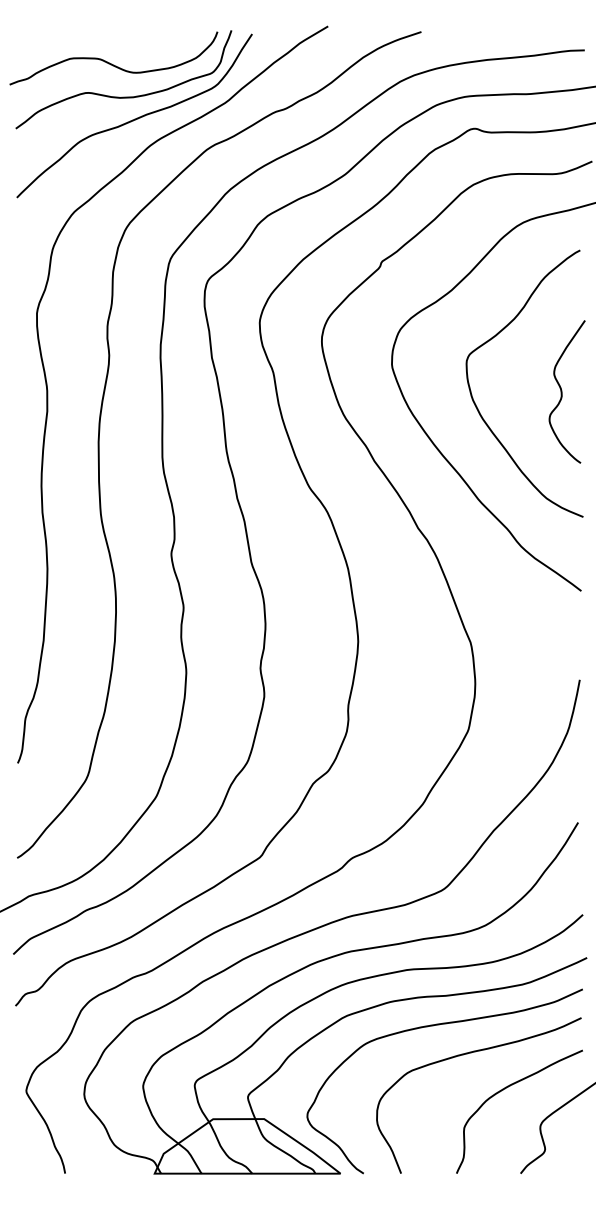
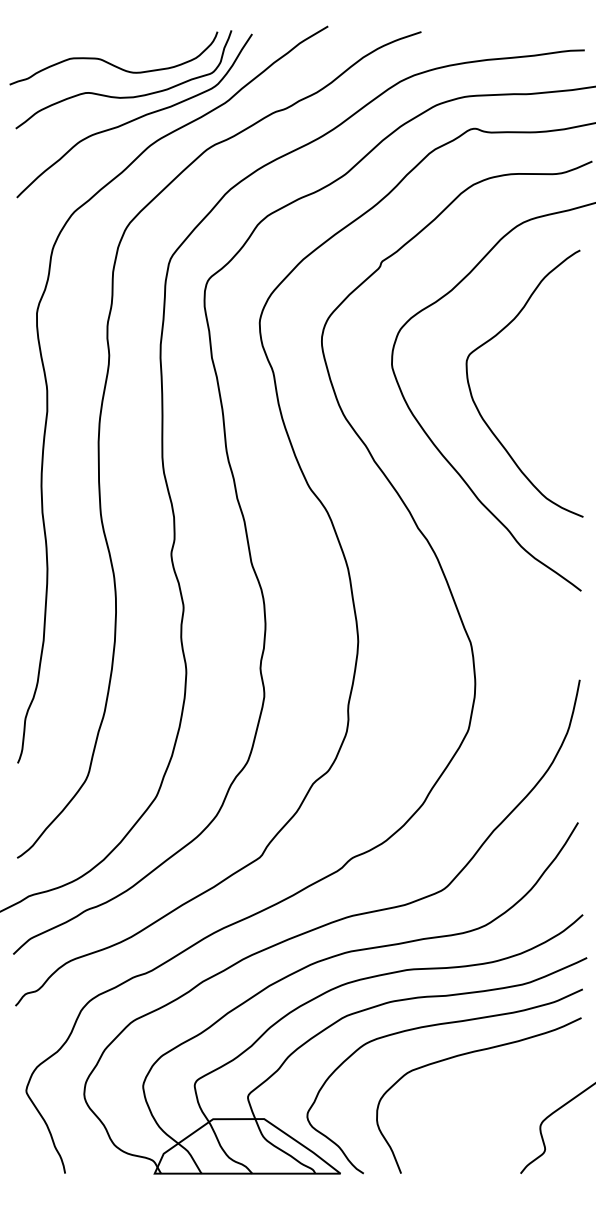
curve at (562, 391): present -> none
curve at (505, 1089): present -> none
